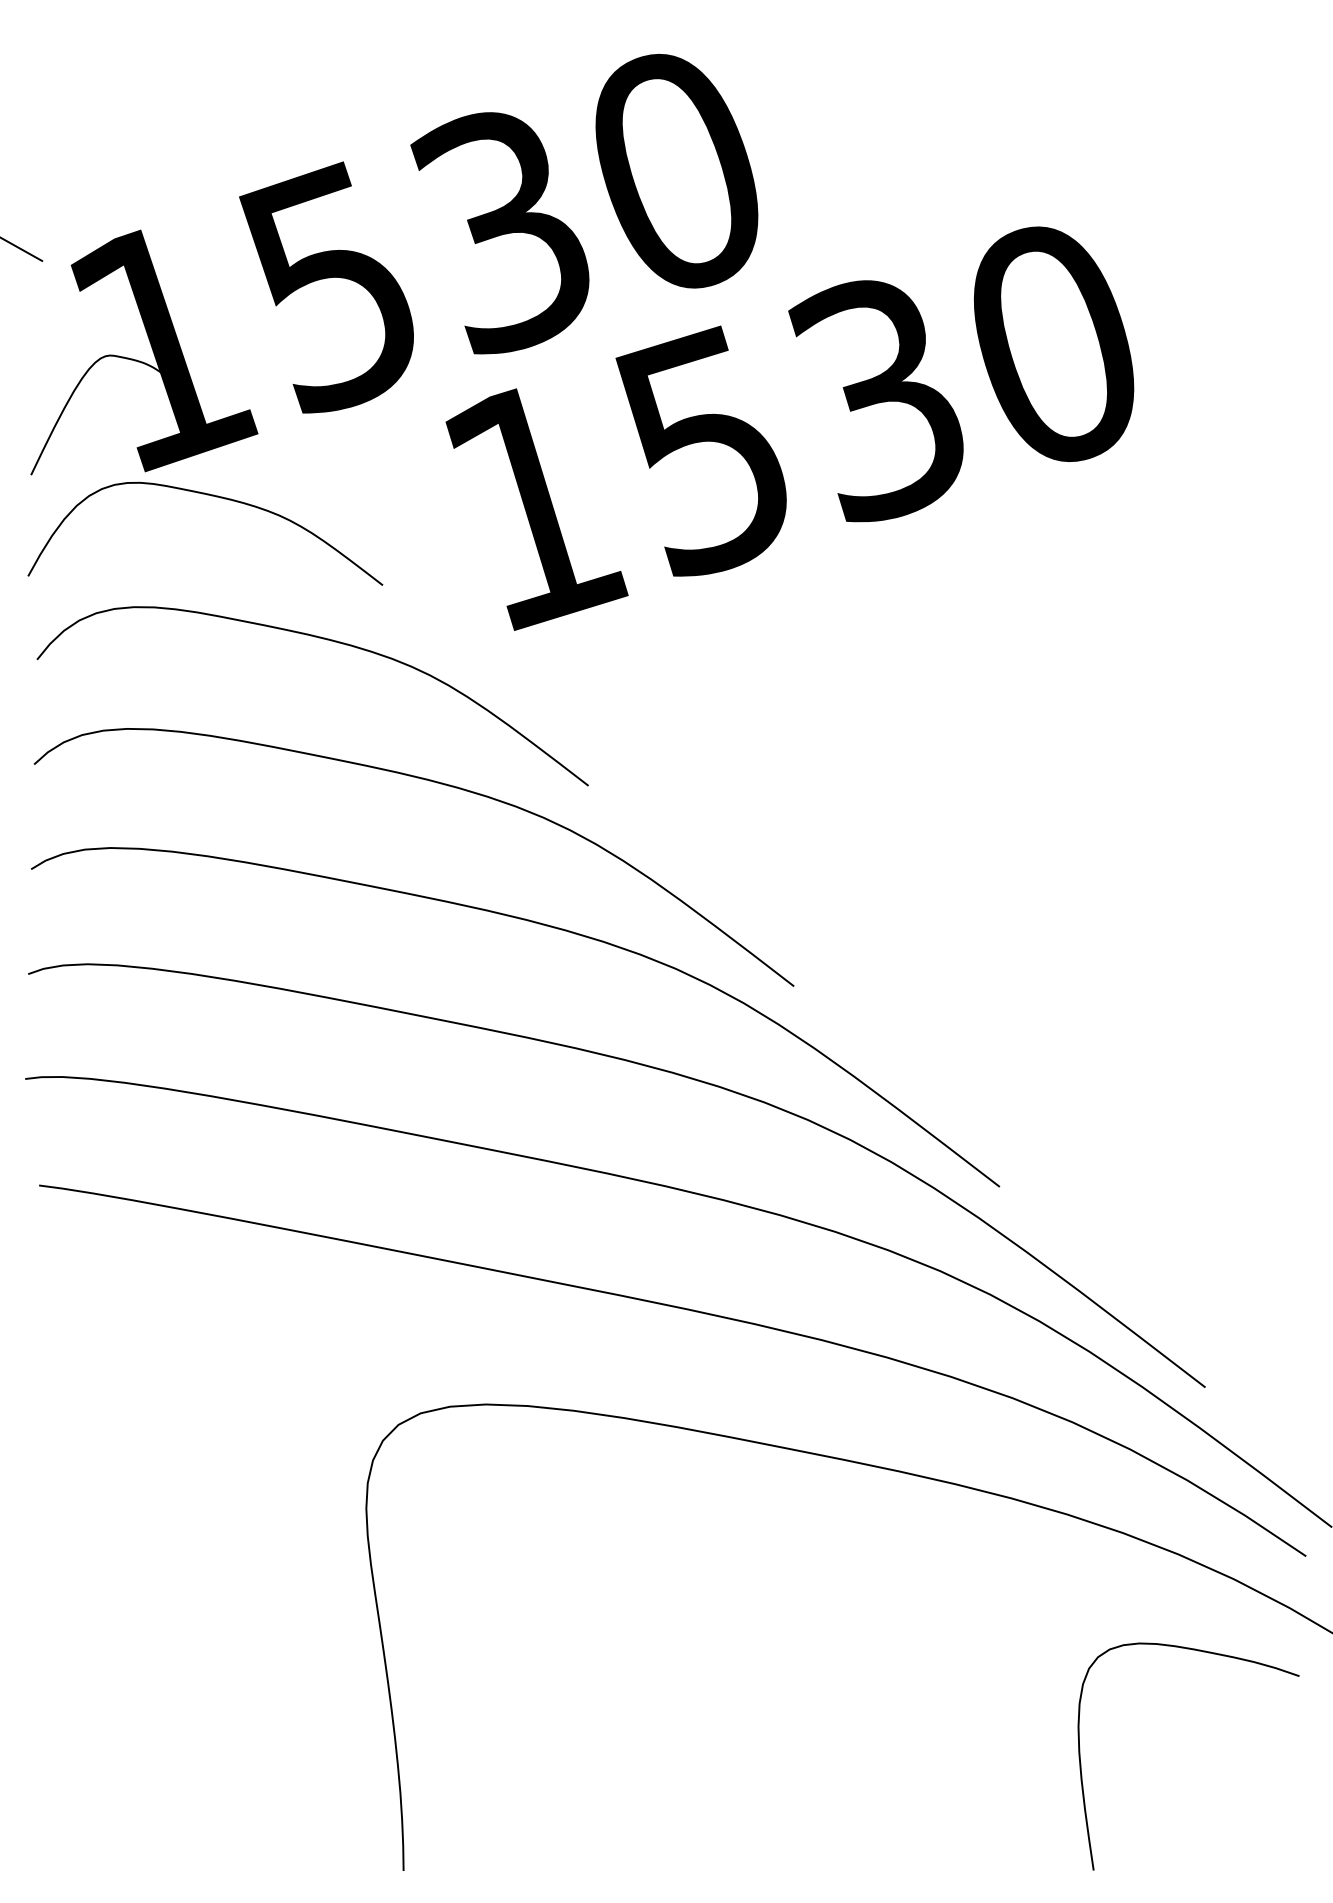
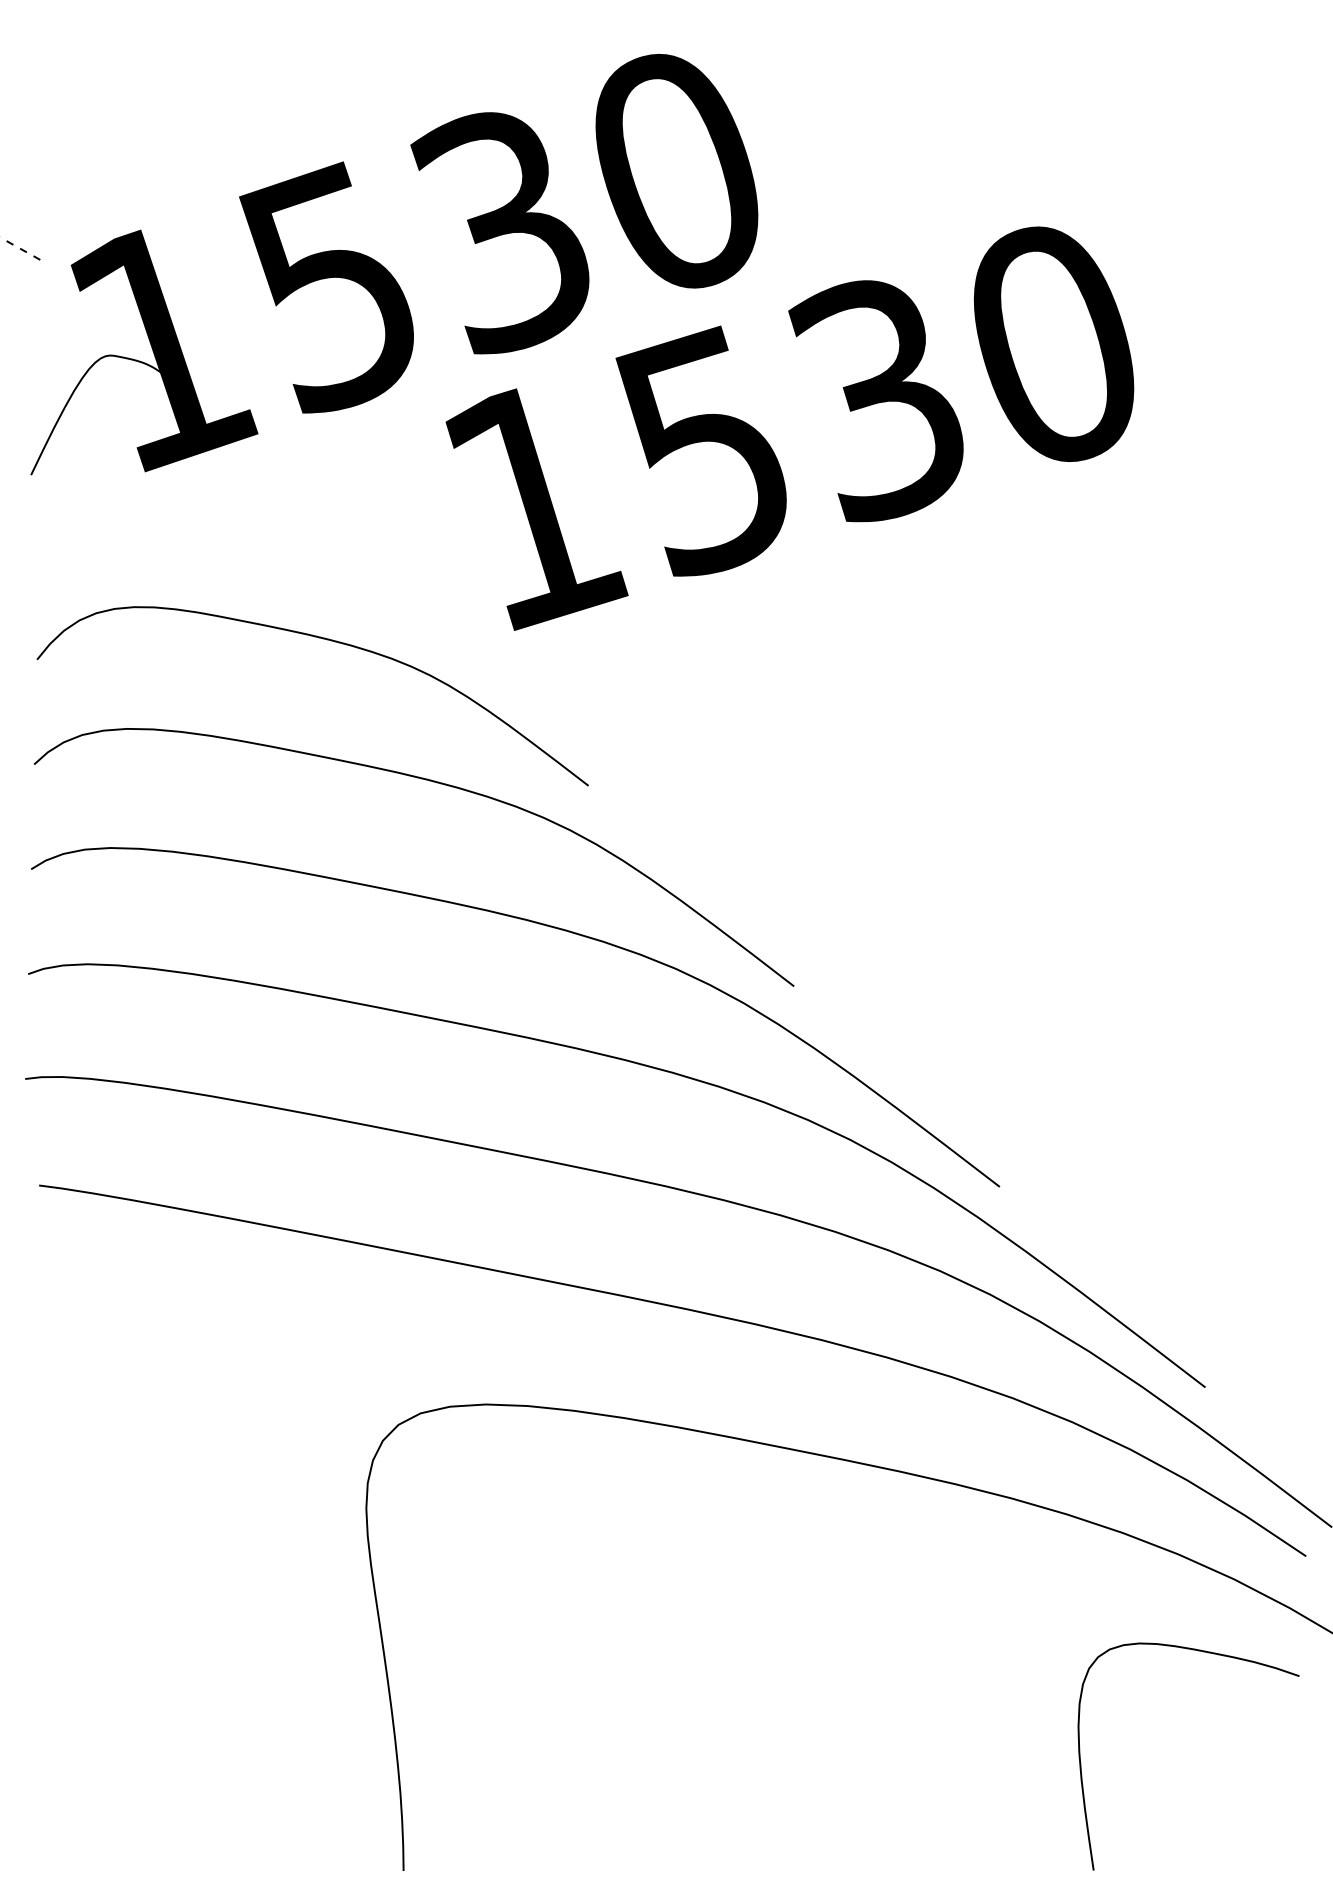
line at (22, 249): solid -> dashed
curve at (211, 496): present -> none
